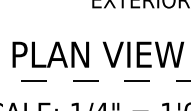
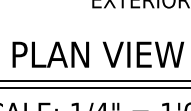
line at (95, 80): dashed -> solid
line at (94, 87): none -> present
